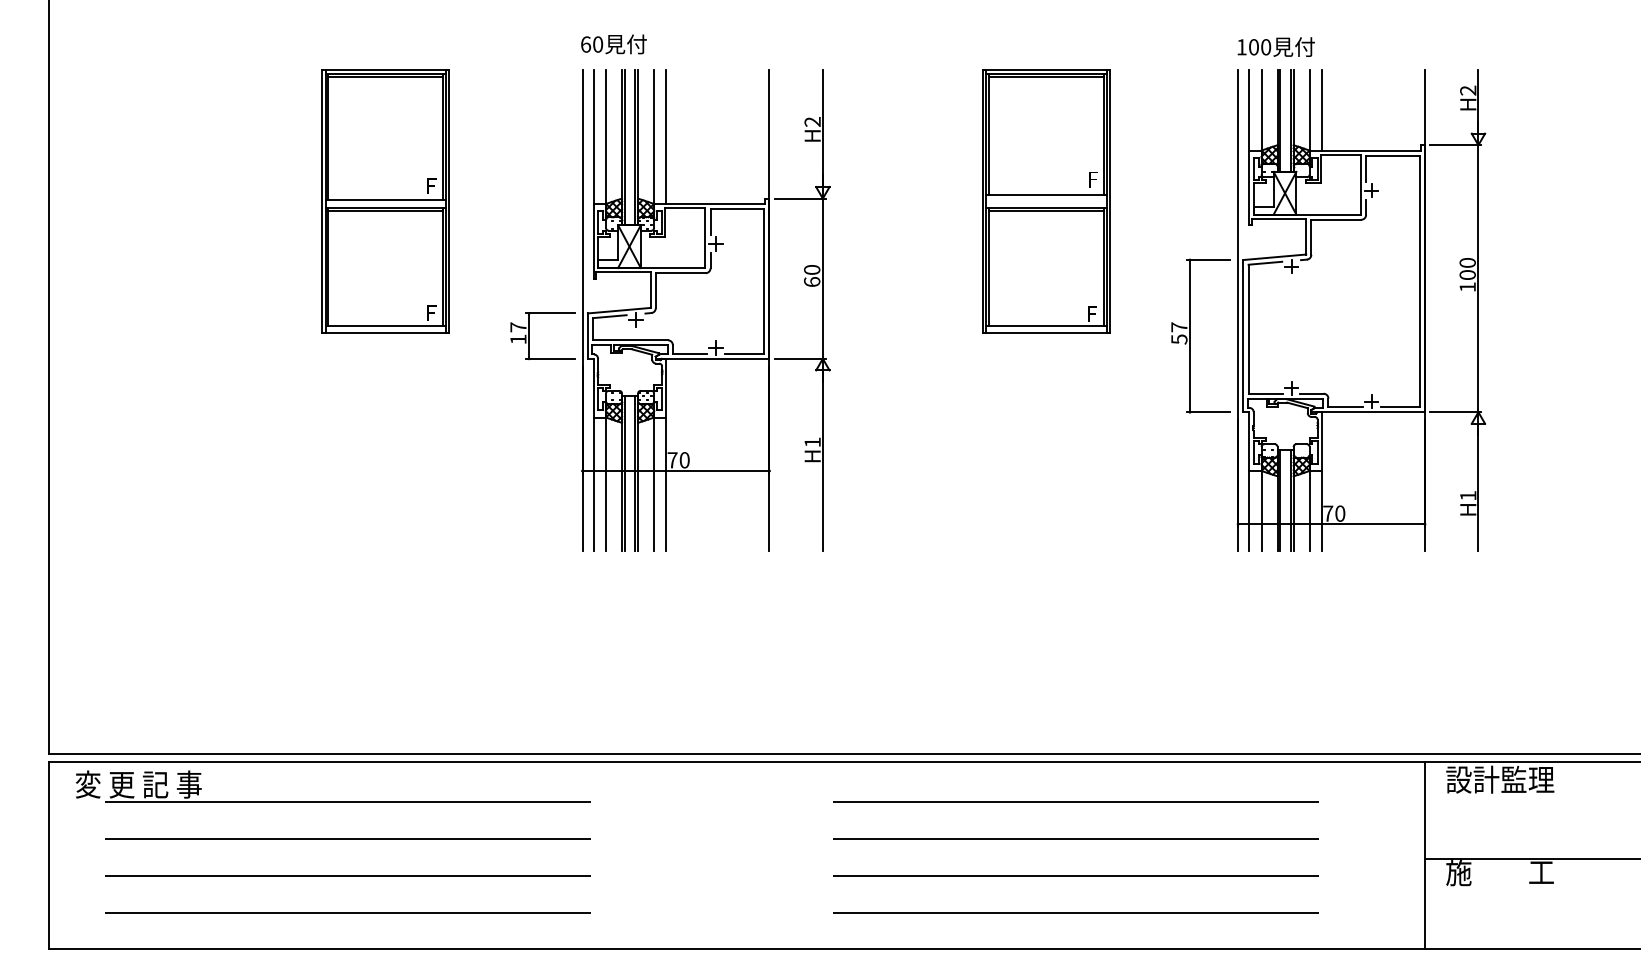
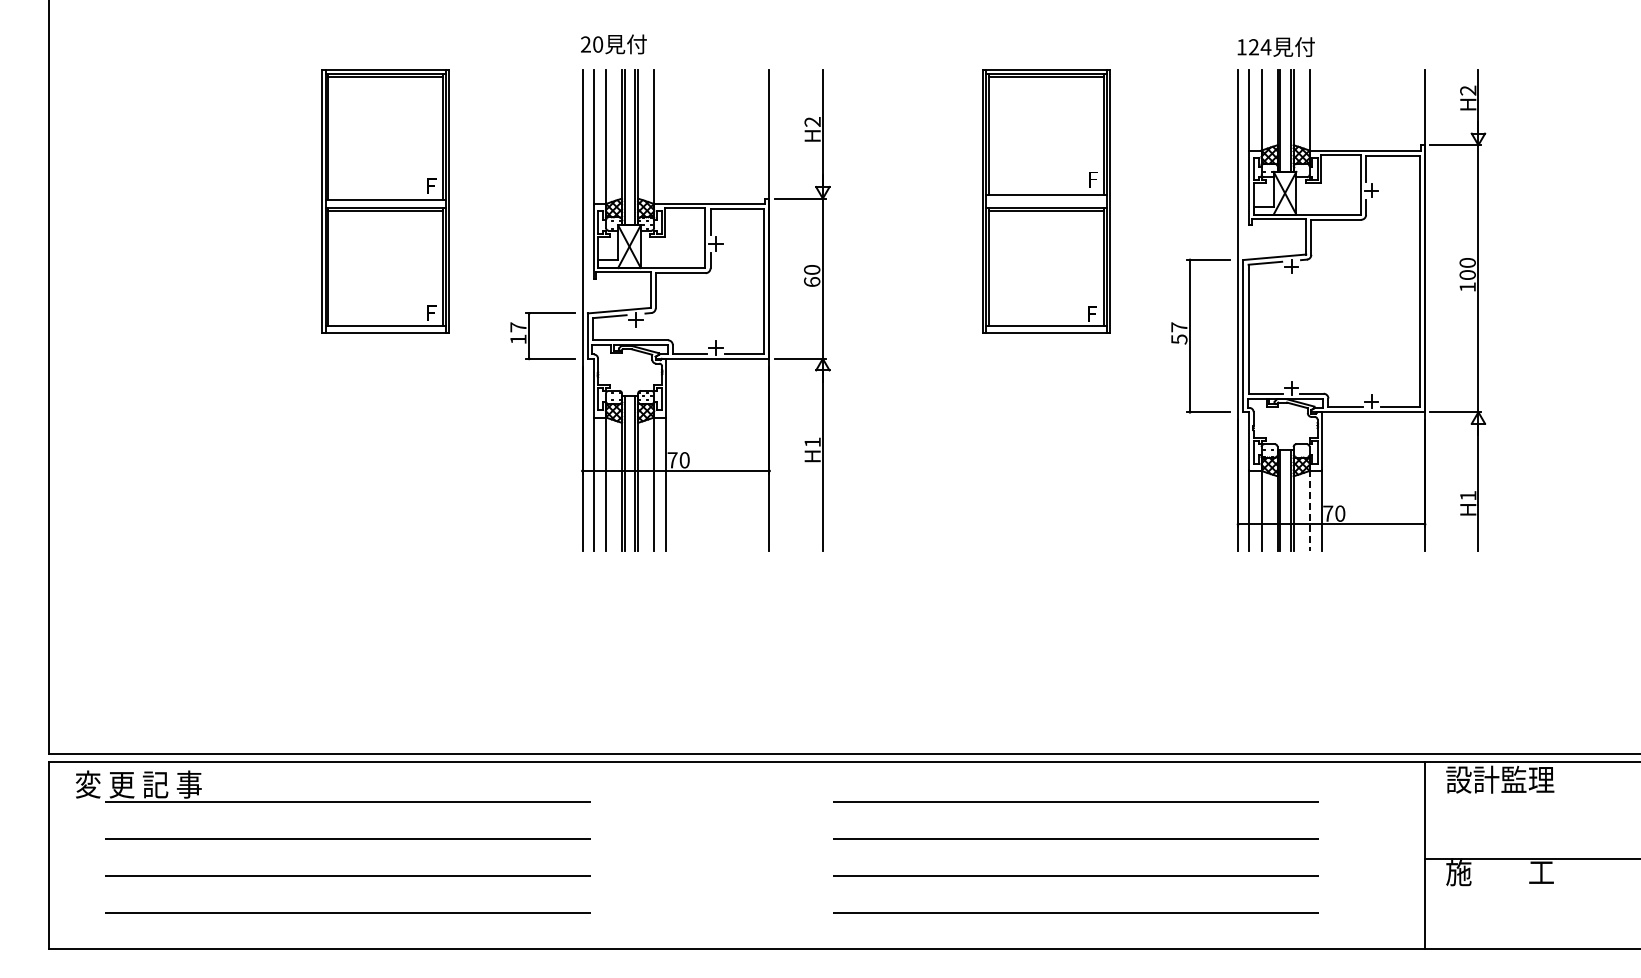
text at (586, 44): 60 -> 20
text at (1260, 47): 100 -> 124
line at (1321, 110): present -> none
line at (666, 136): present -> none
line at (1309, 510): solid -> dashed
